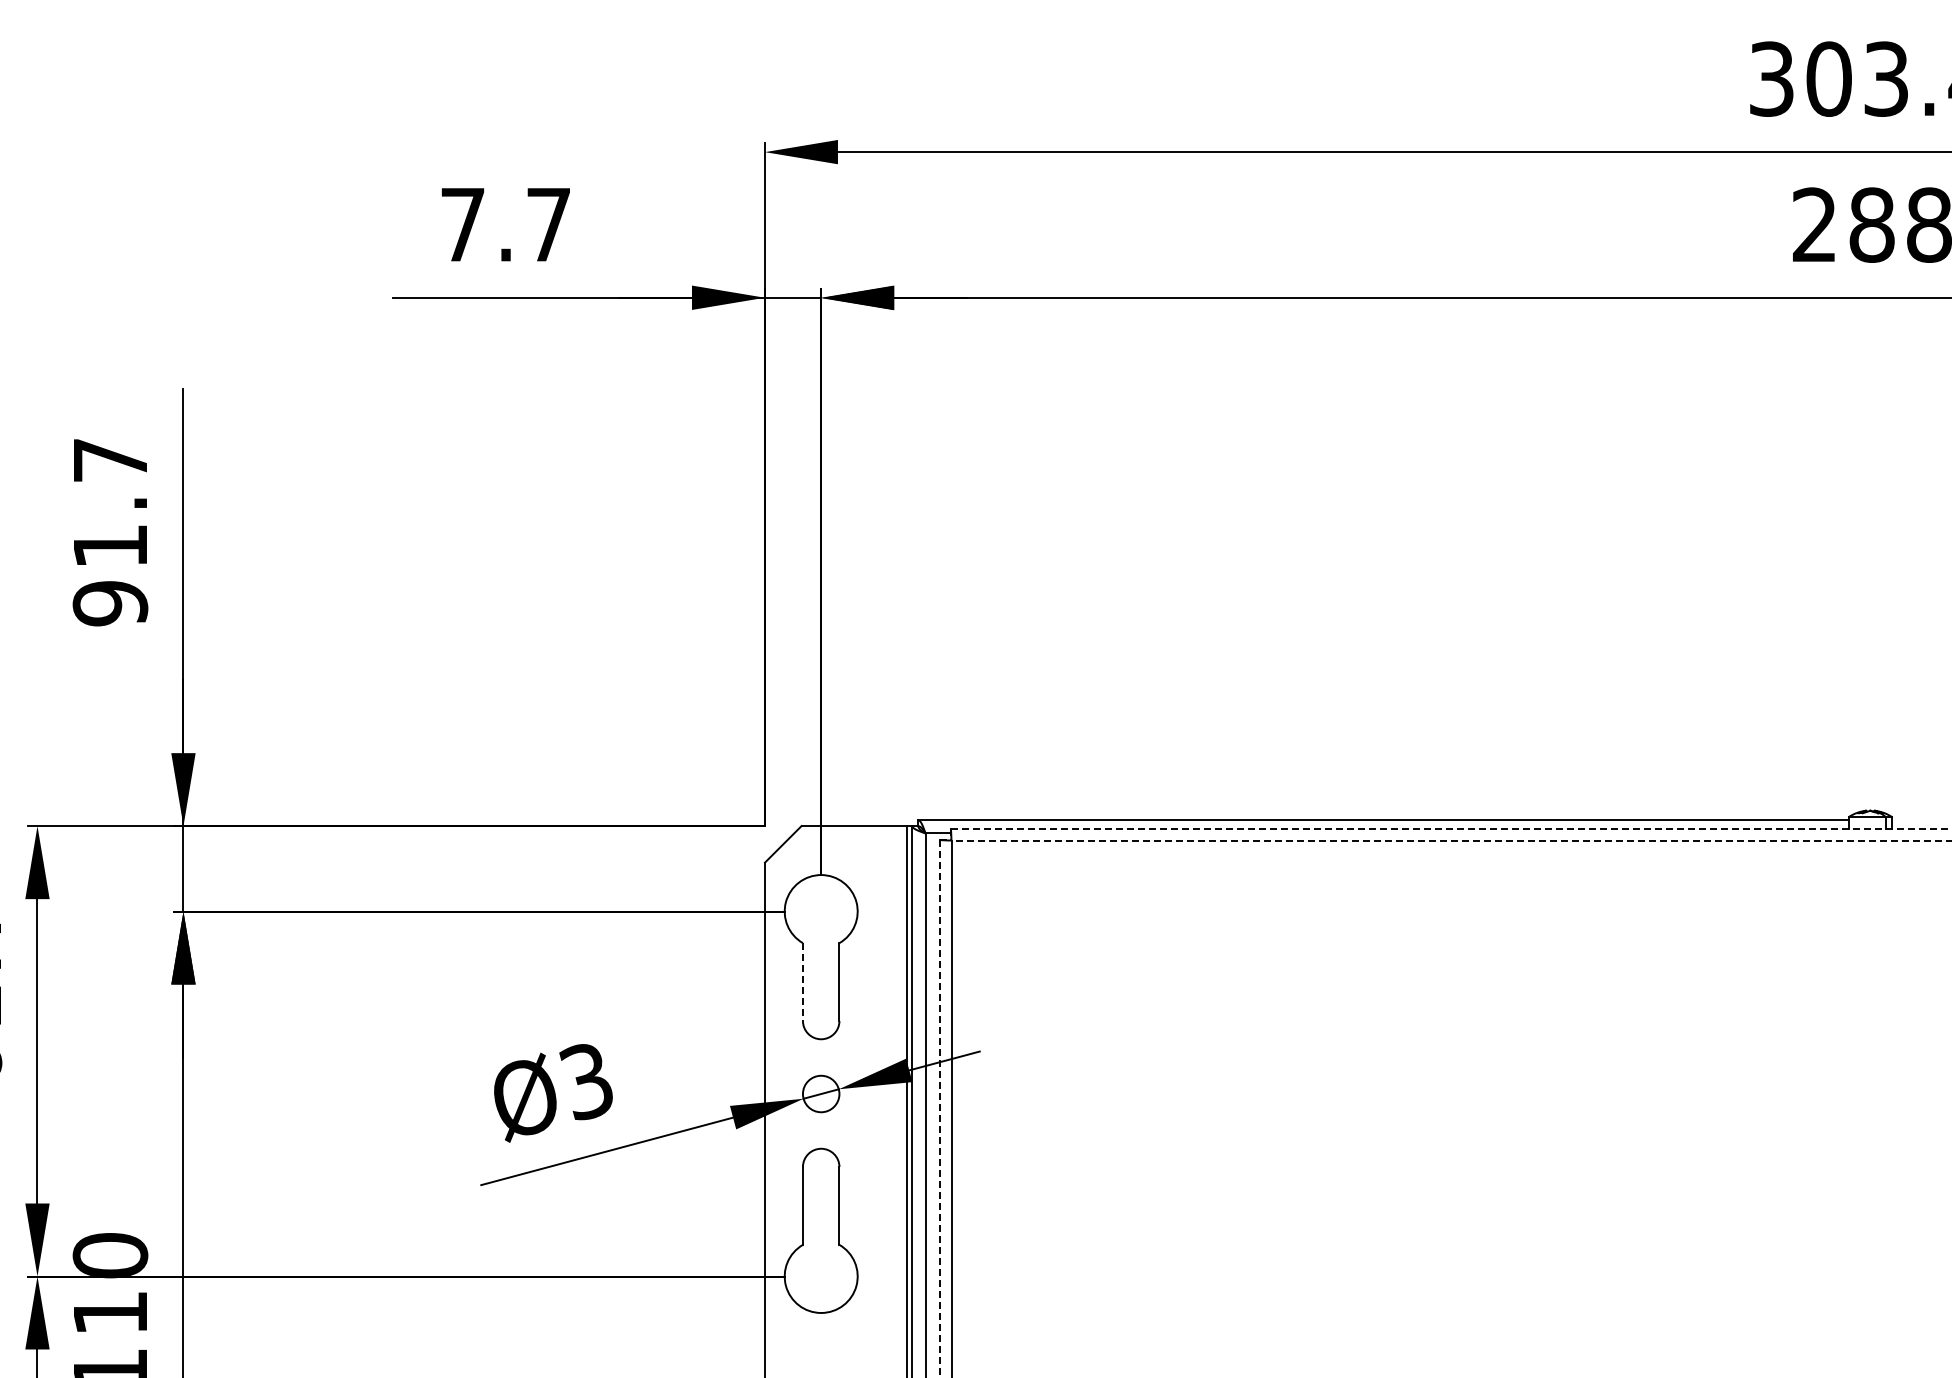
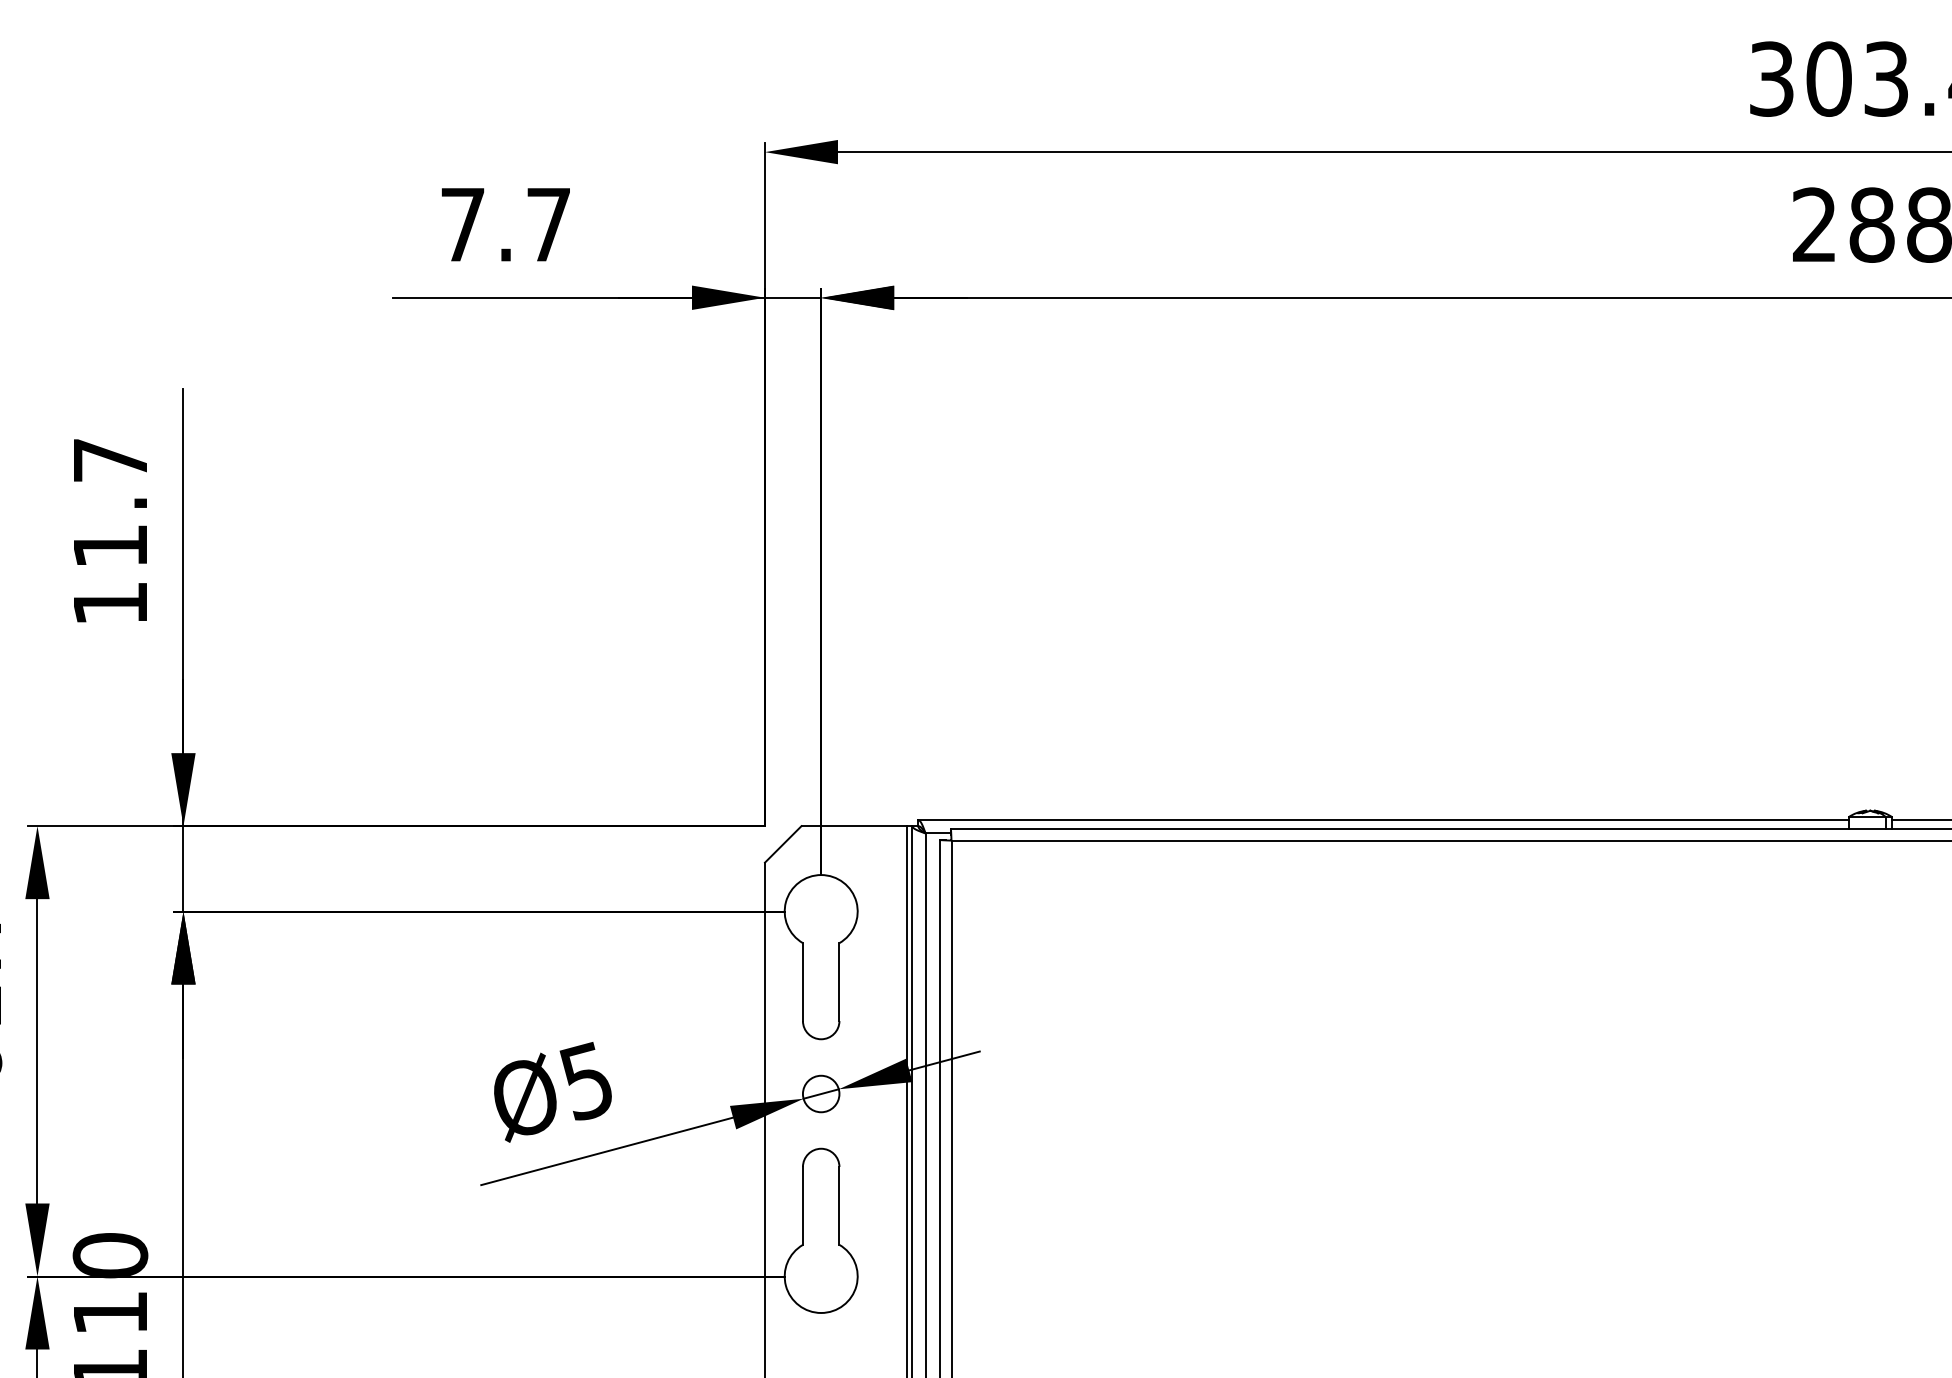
text at (110, 603): 91.7 -> 11.7
line at (1920, 820): none -> present
line at (1451, 828): dashed -> solid
line at (1451, 840): dashed -> solid
line at (802, 982): dashed -> solid
text at (585, 1081): Ø3 -> Ø5
line at (939, 1108): dashed -> solid
